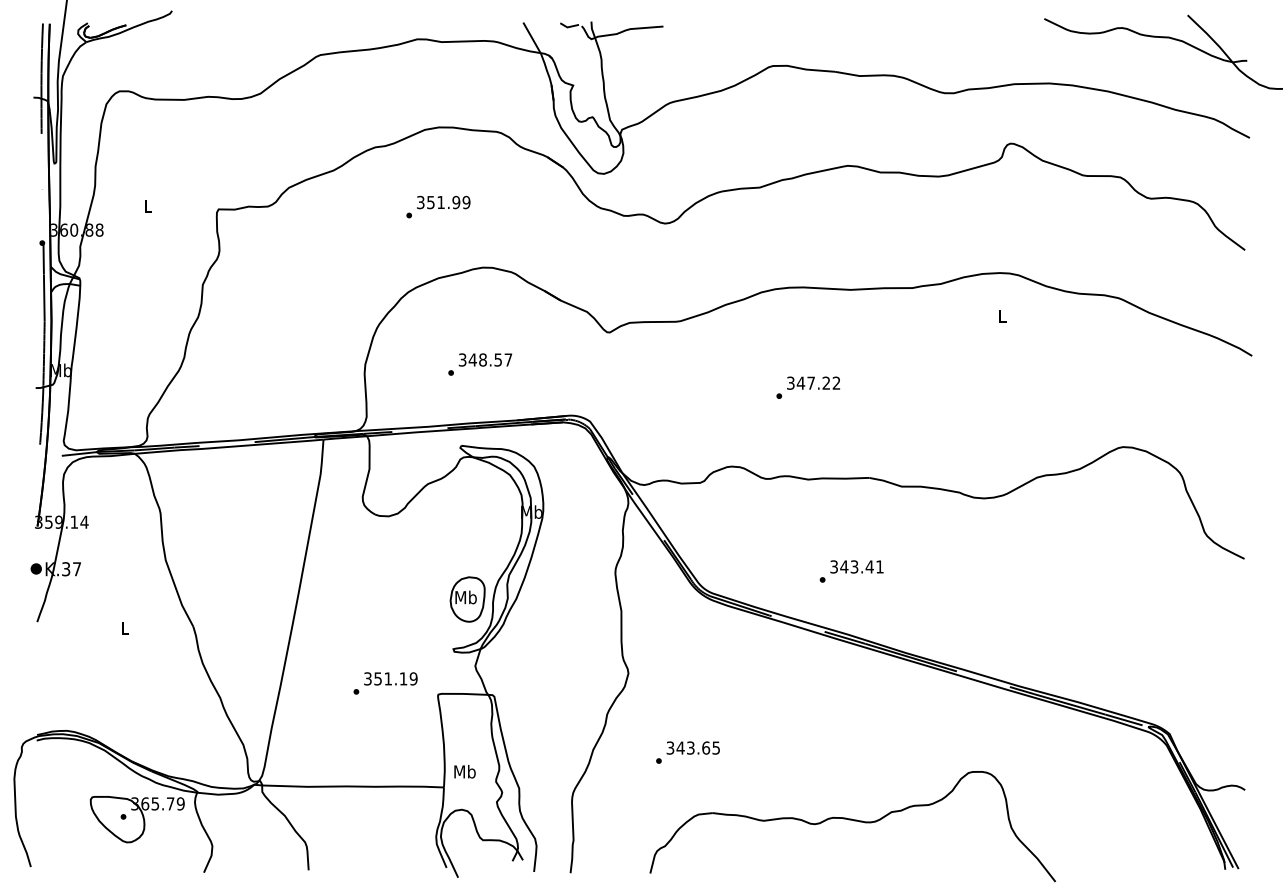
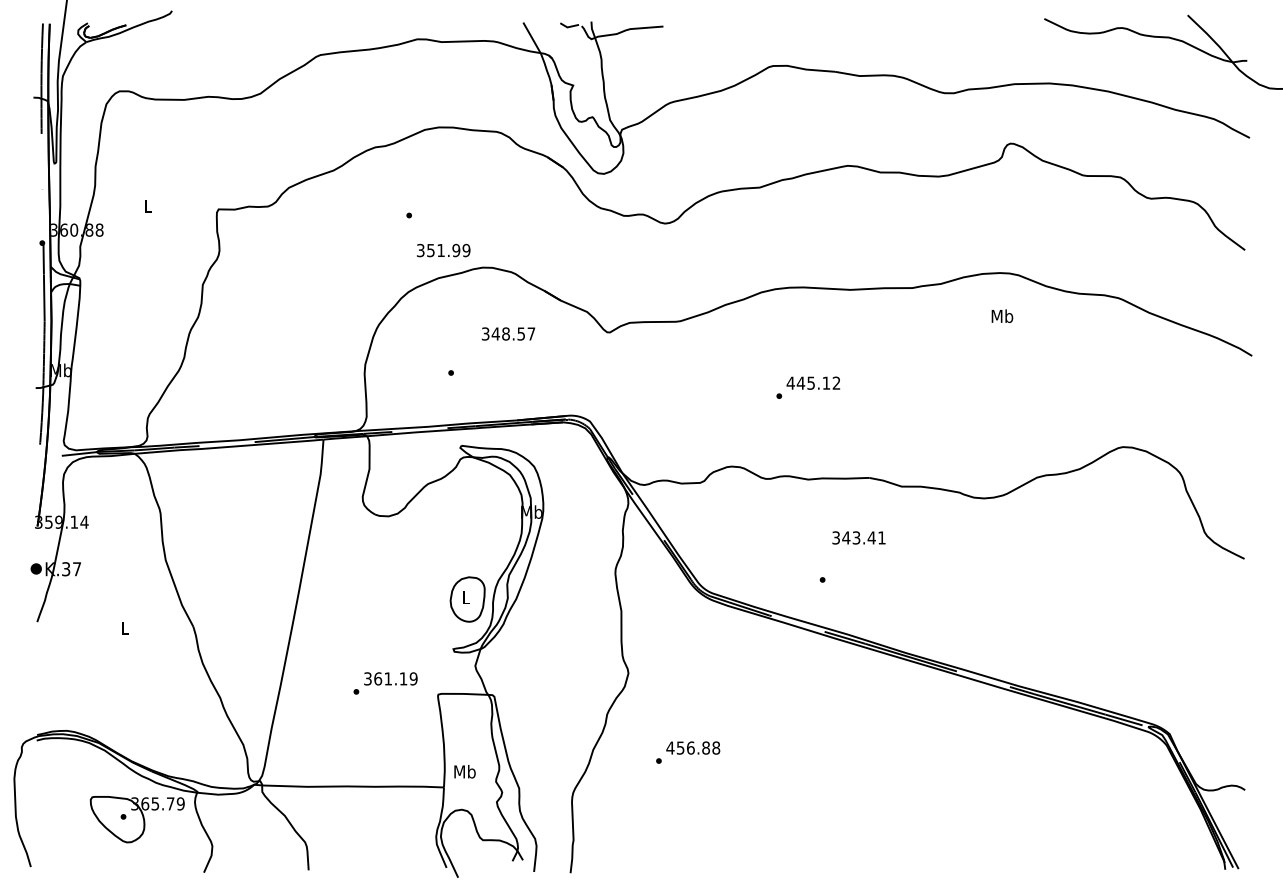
text at (443, 202) position: (443, 202) -> (443, 250)
text at (1002, 316): L -> Mb
text at (485, 359) position: (485, 359) -> (508, 333)
text at (807, 382): 347.22 -> 445.12
text at (856, 566) position: (856, 566) -> (858, 537)
text at (465, 597): Mb -> L
text at (378, 678): 351.19 -> 361.19
text at (693, 747): 343.65 -> 456.88
part at (852, 826): present -> none
